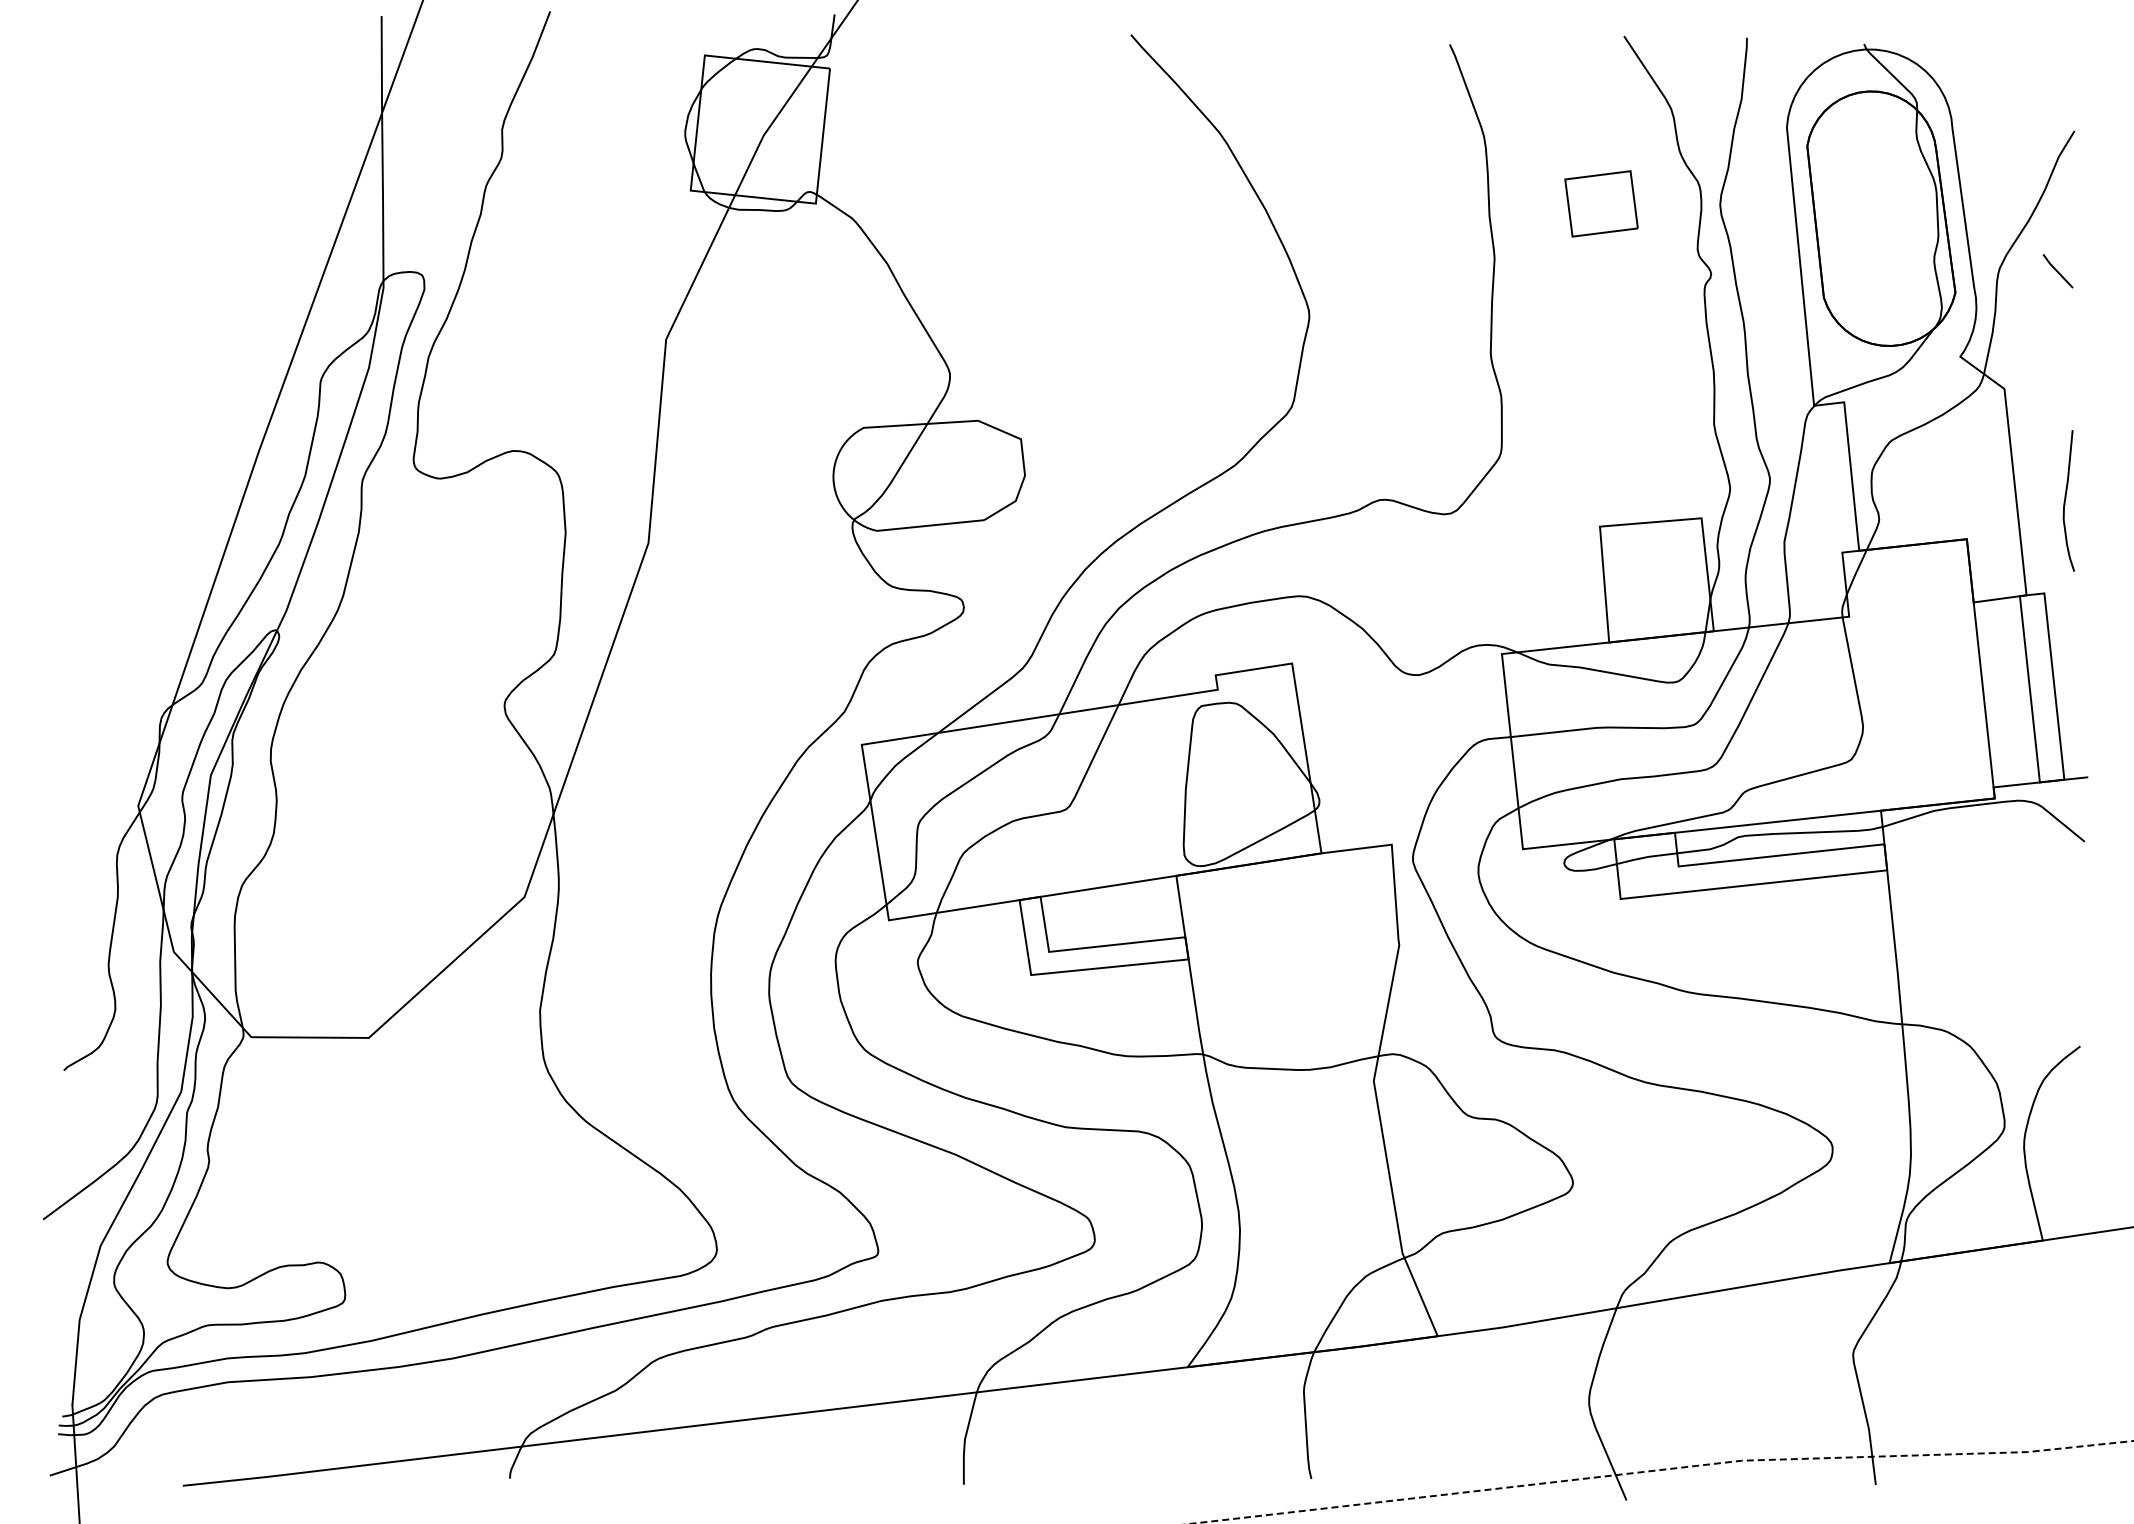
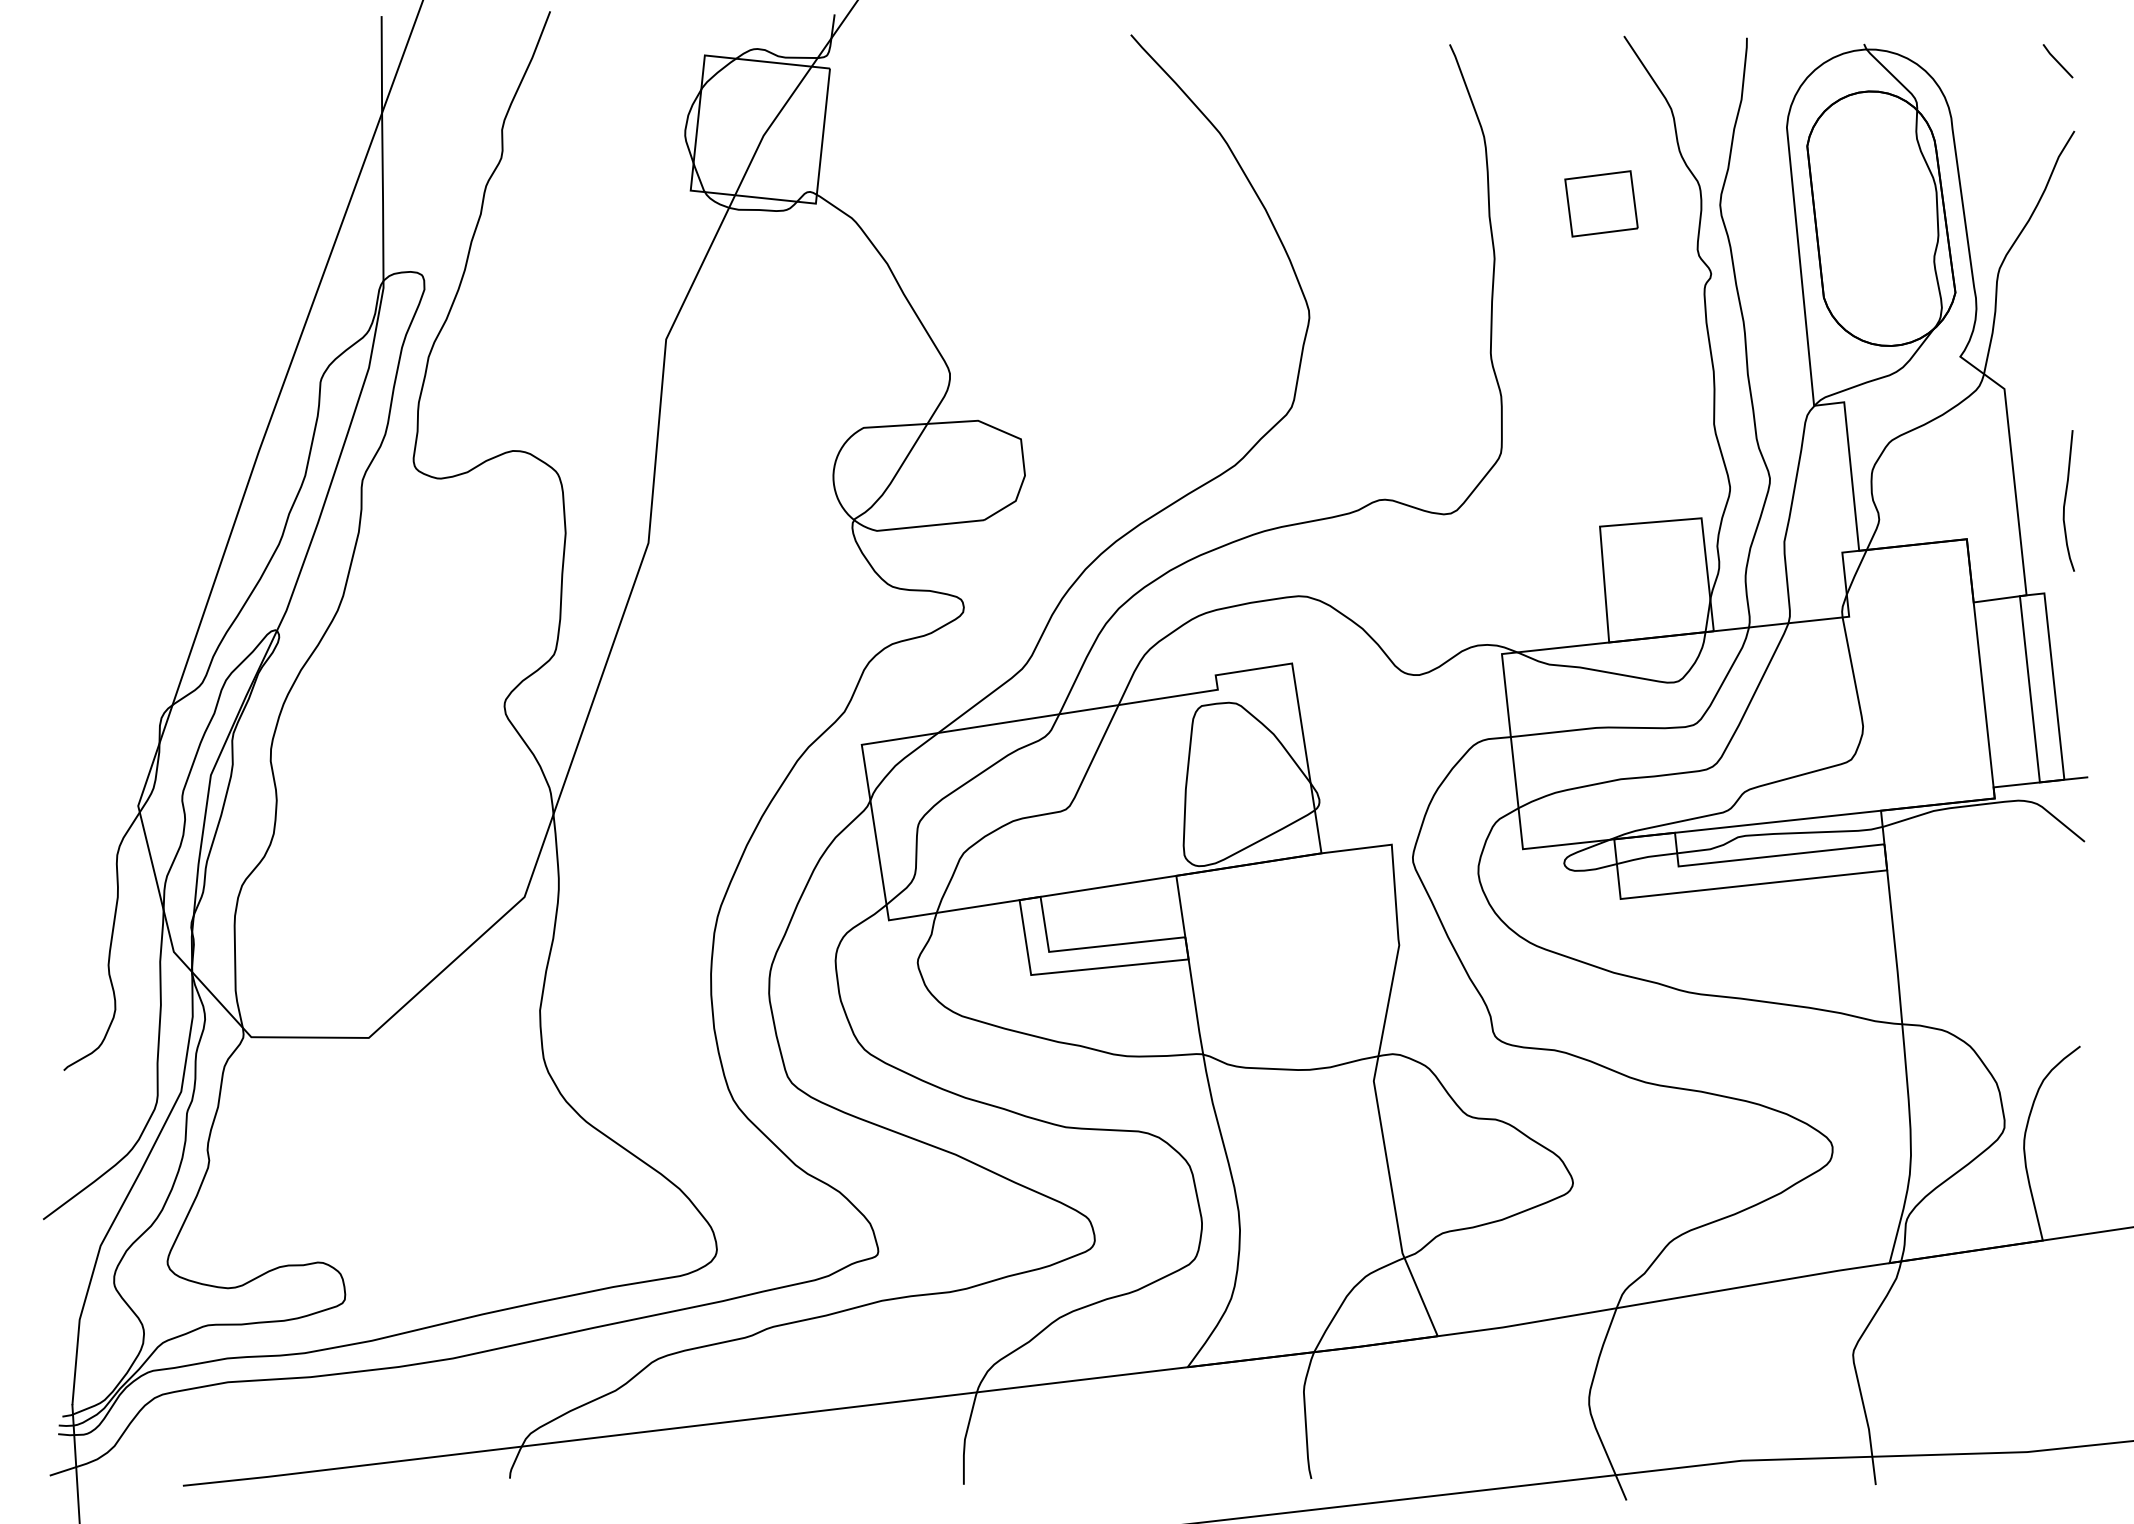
line at (2057, 271) position: (2057, 271) -> (2057, 61)
line at (1661, 1469): dashed -> solid
